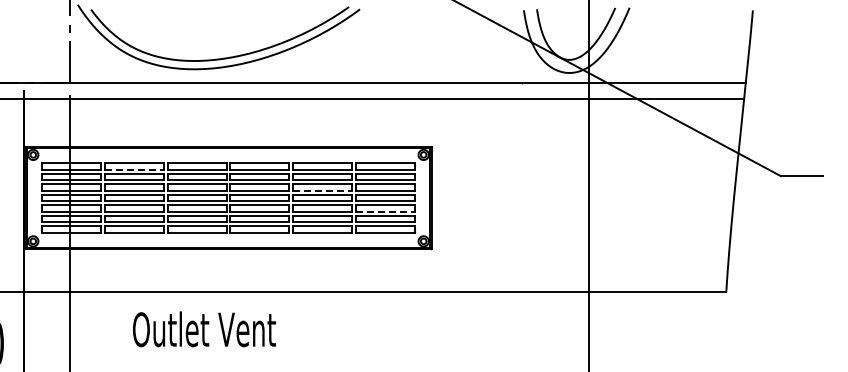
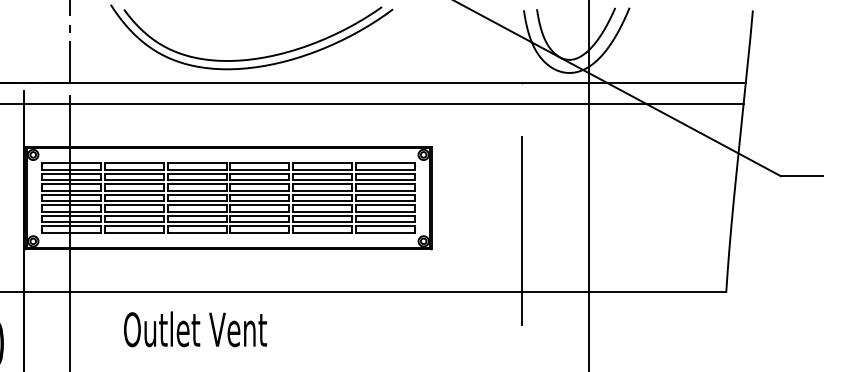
part at (223, 57) position: (223, 57) -> (256, 57)
line at (372, 98) position: (372, 98) -> (372, 103)
line at (134, 169): dashed -> solid
line at (323, 190): dashed -> solid
line at (386, 211): dashed -> solid
line at (521, 231): none -> present
text at (204, 329) position: (204, 329) -> (195, 329)
